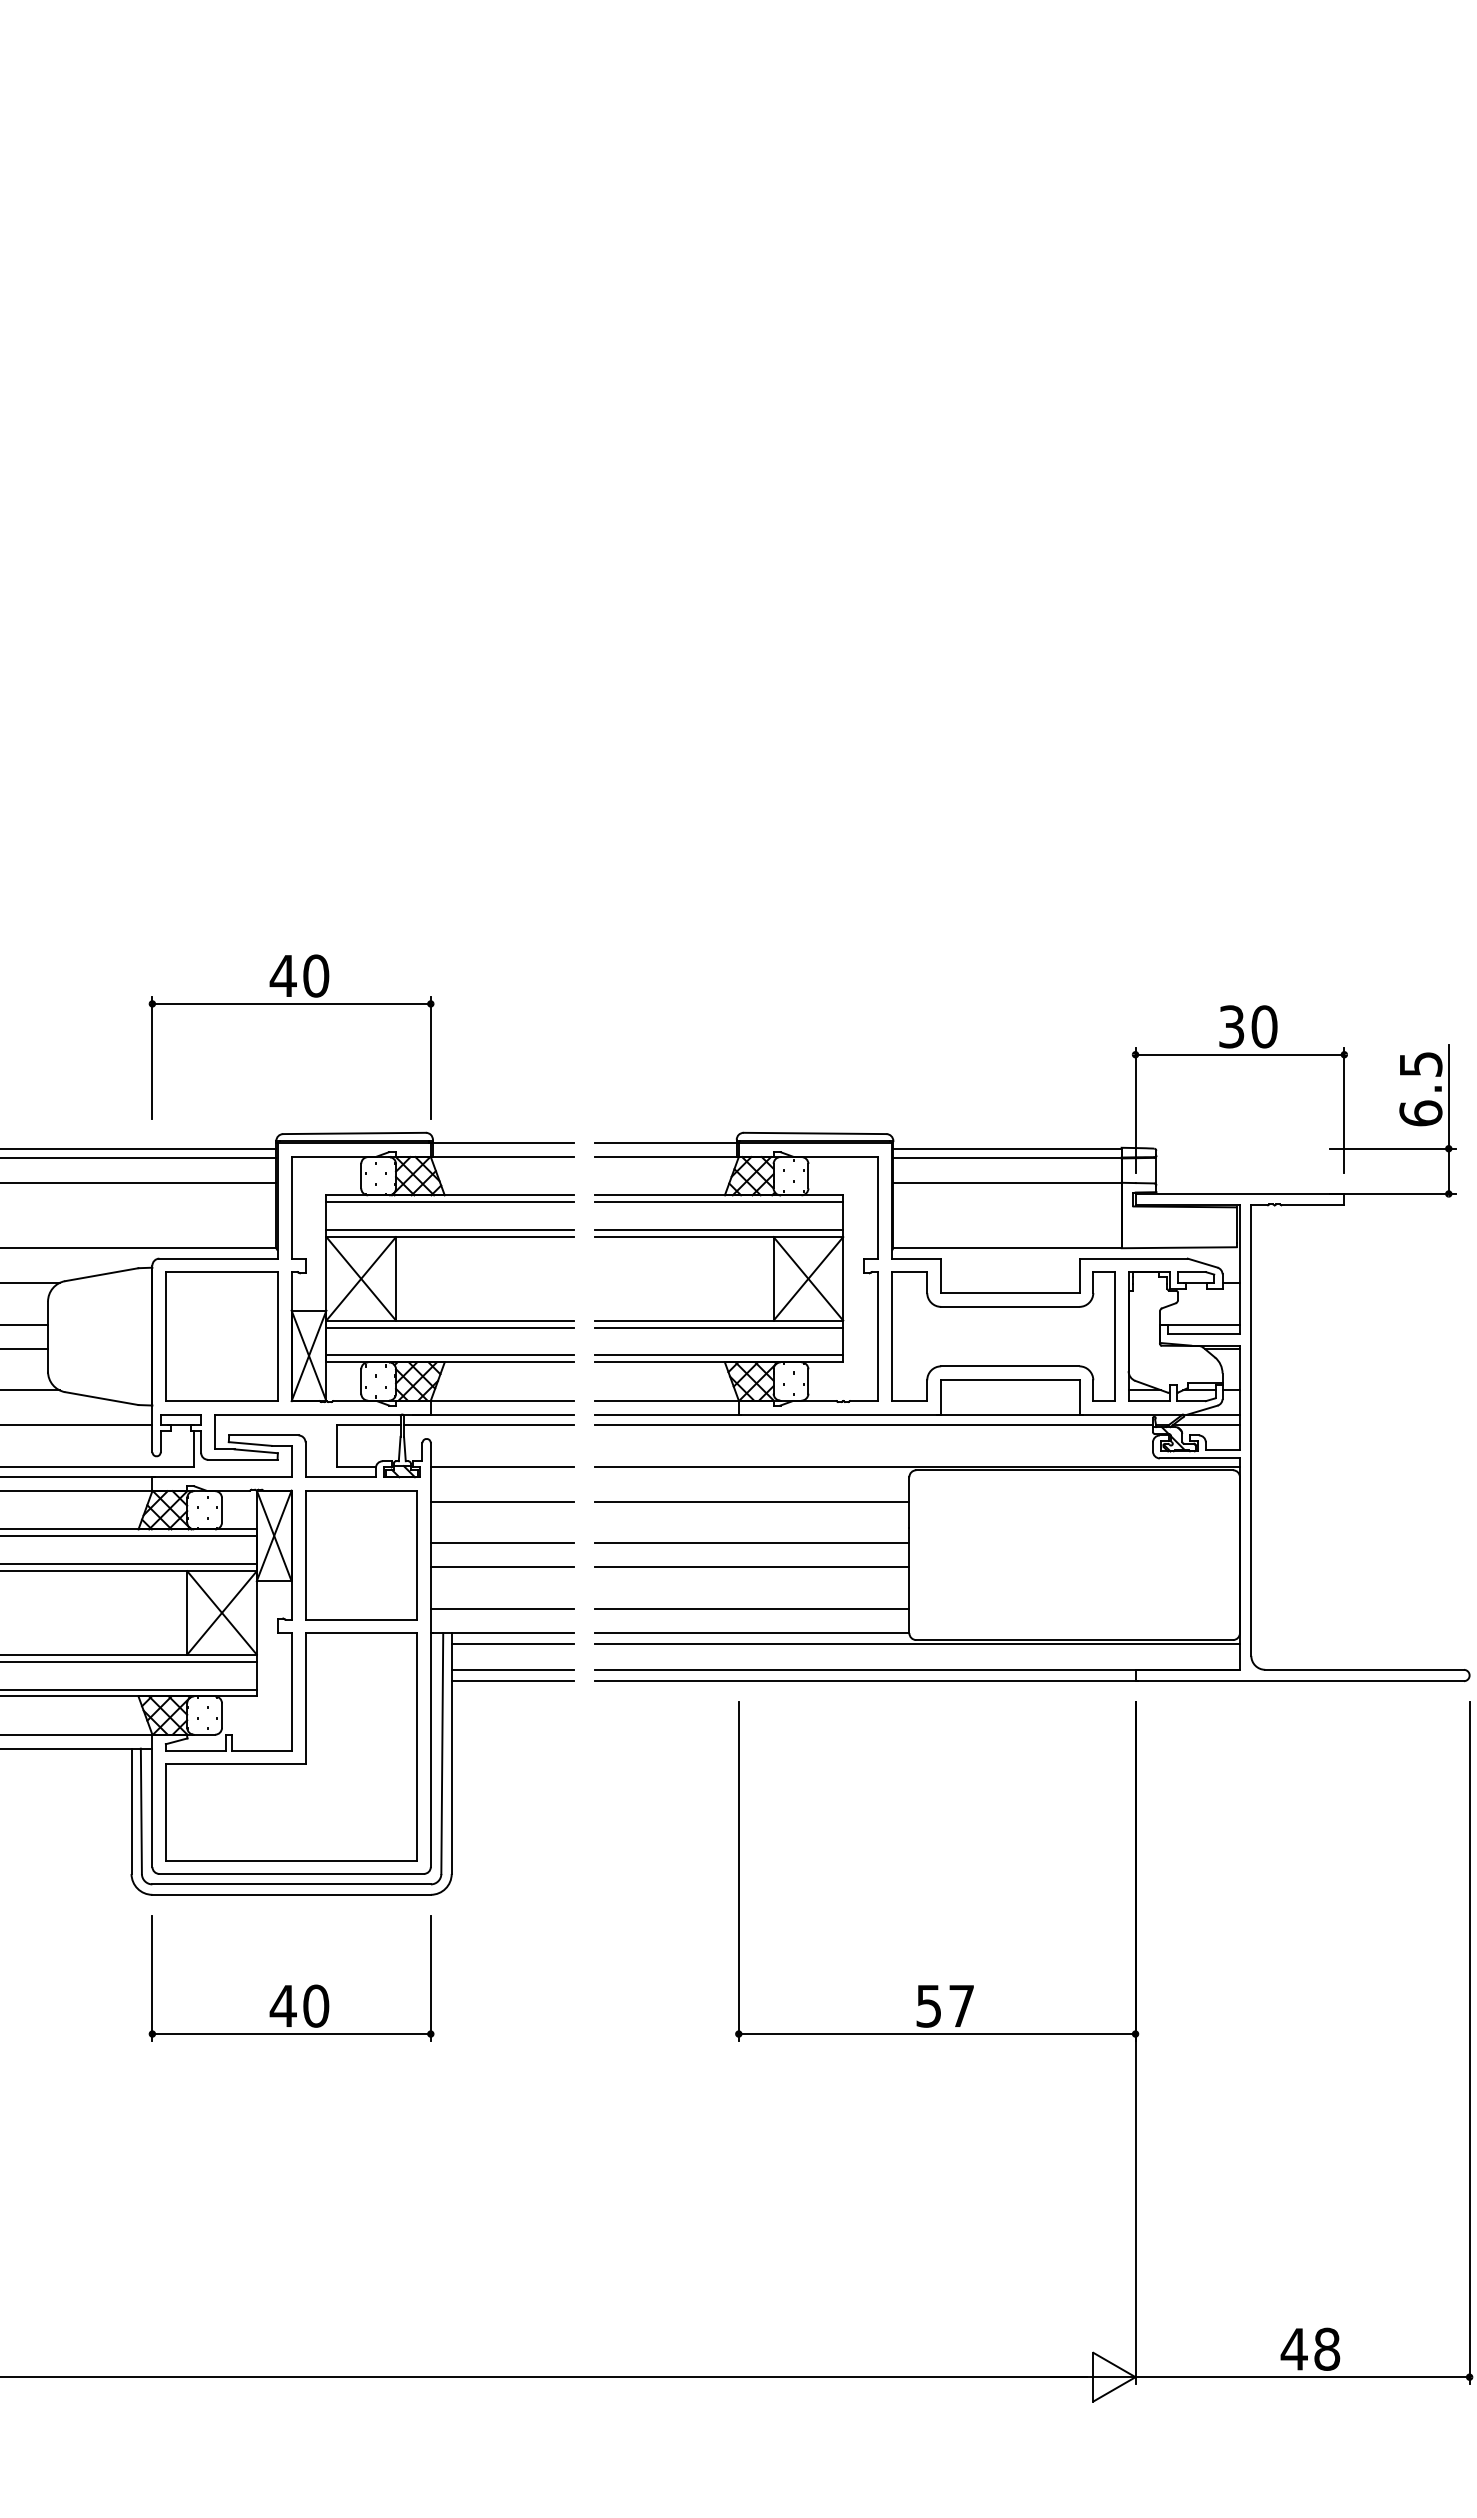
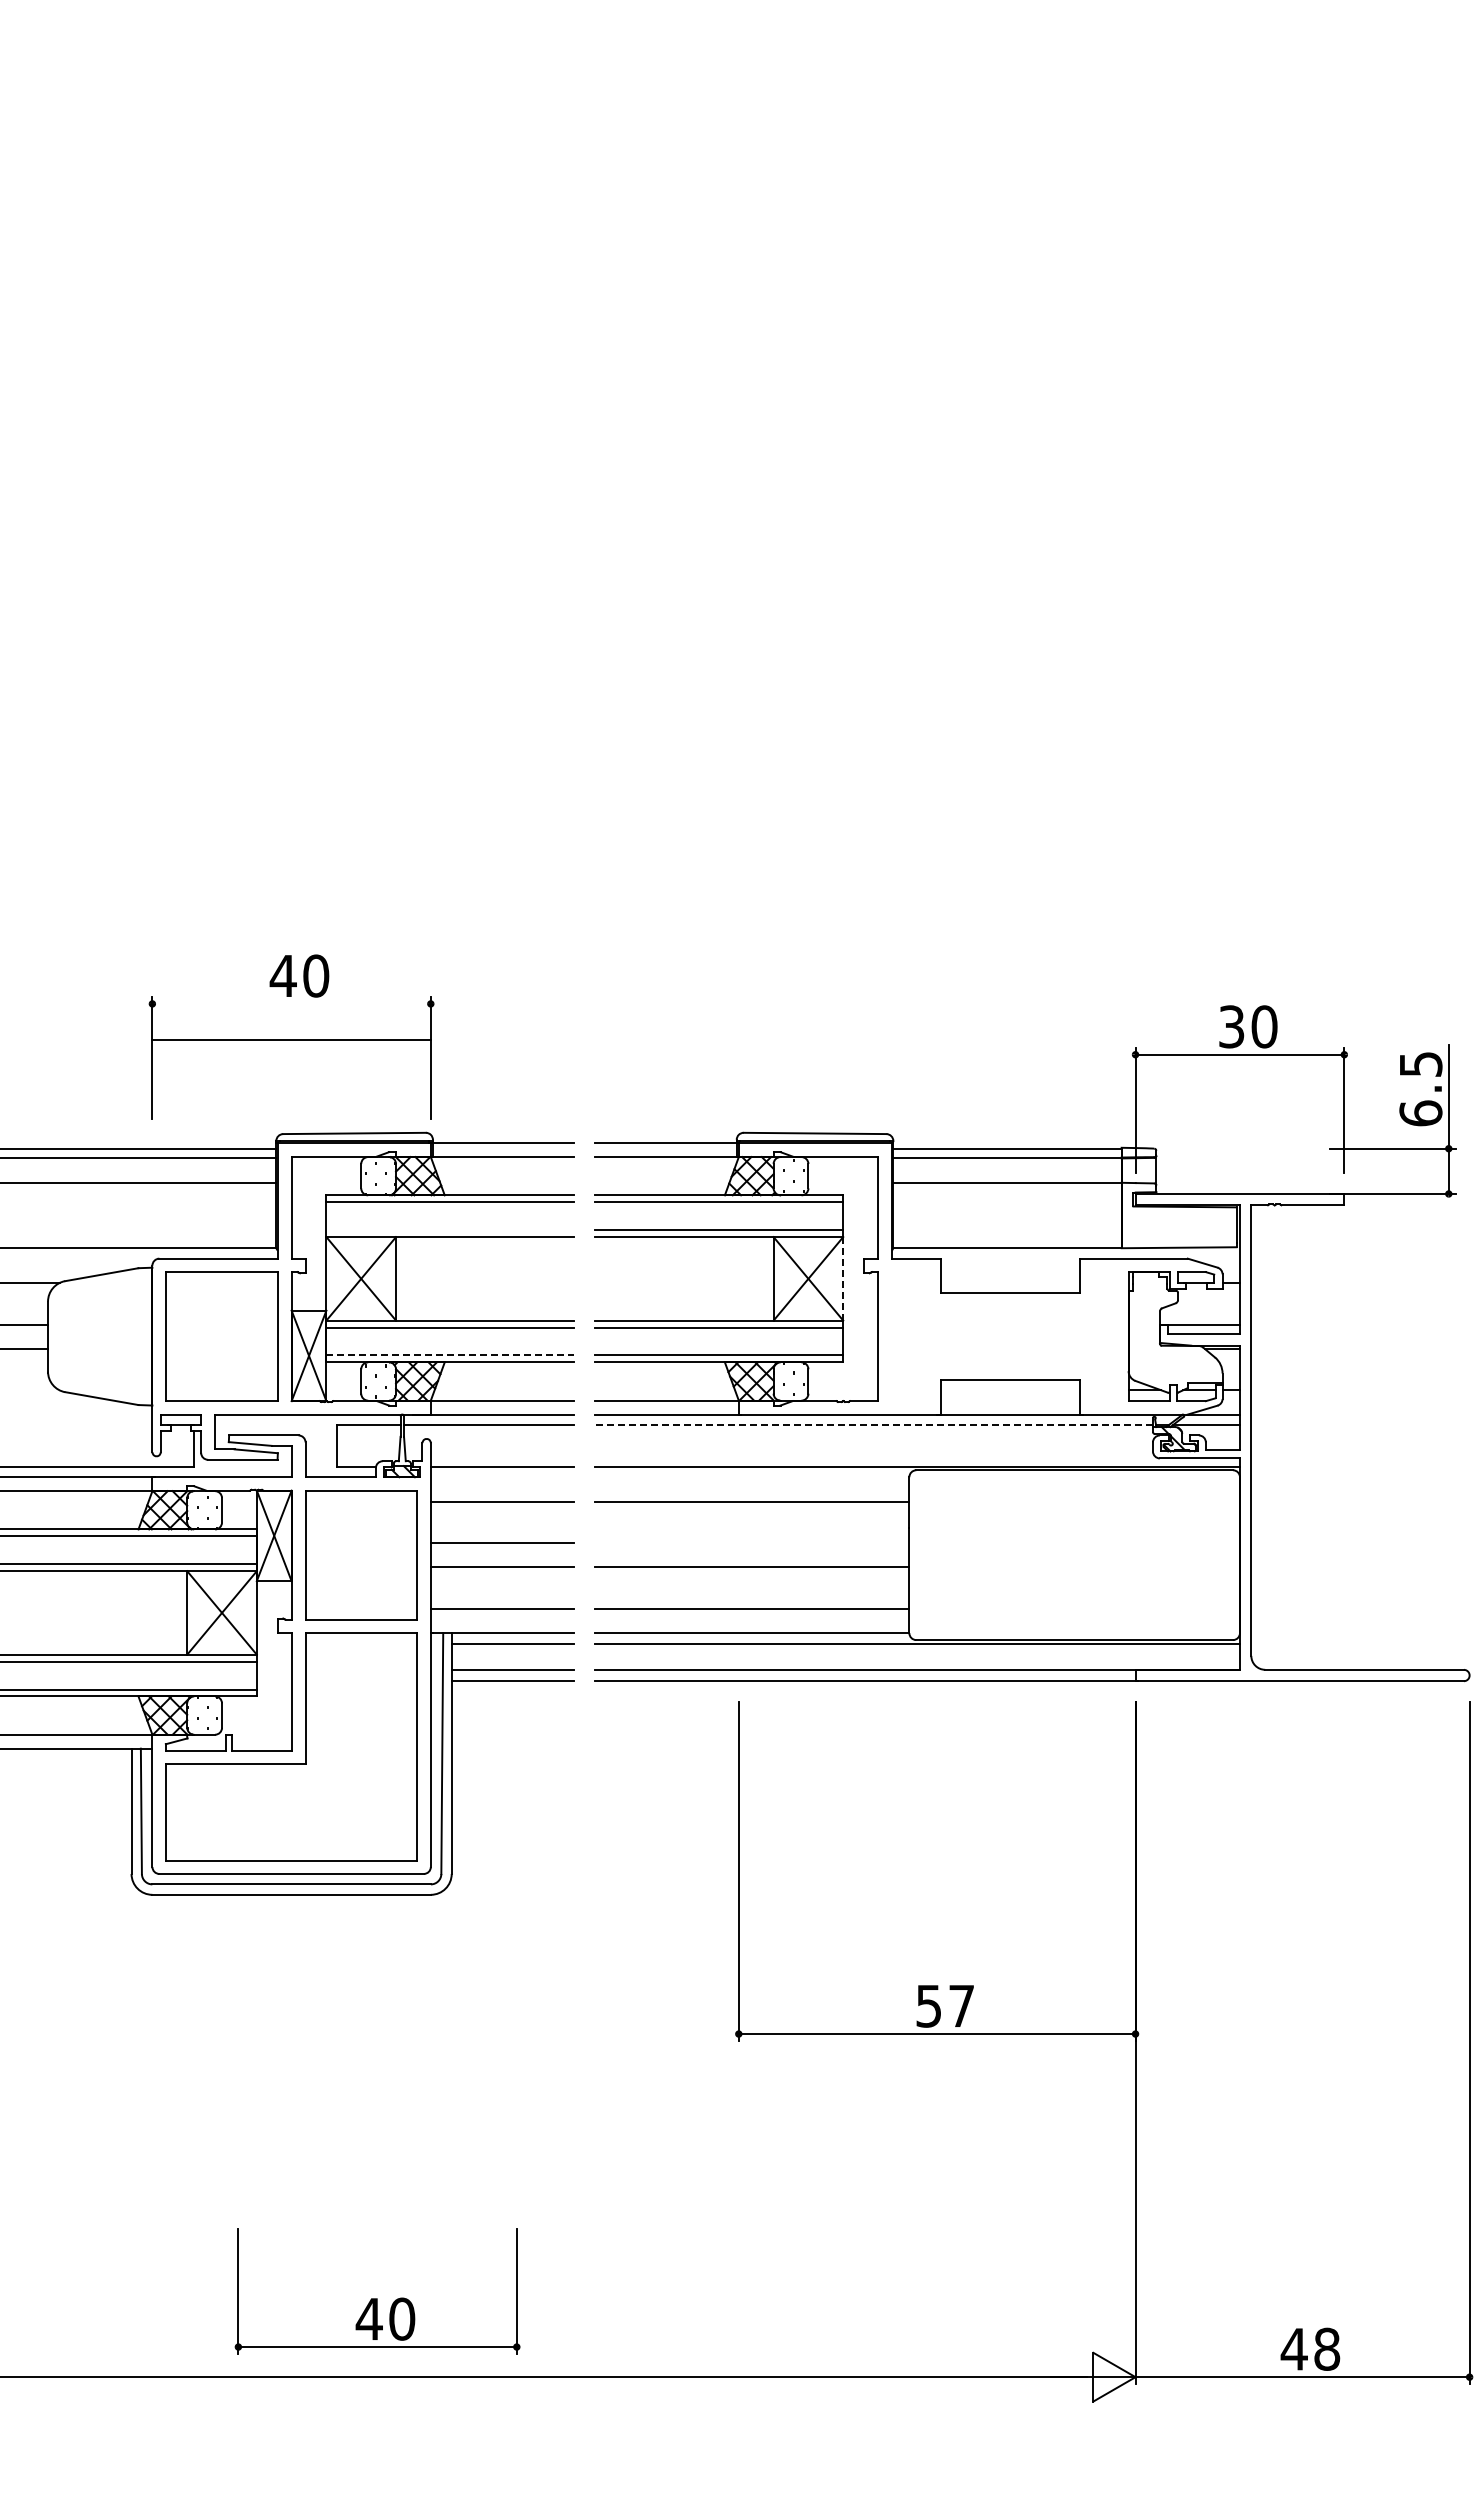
line at (291, 1003) position: (291, 1003) -> (291, 1039)
line at (450, 1230): present -> none
line at (843, 1278): solid -> dashed
part at (1003, 1336): present -> none
line at (450, 1355): solid -> dashed
line at (30, 1390): present -> none
line at (77, 1425): present -> none
line at (874, 1425): solid -> dashed
line at (752, 1543): present -> none
part at (291, 1985) position: (291, 1985) -> (377, 2298)
